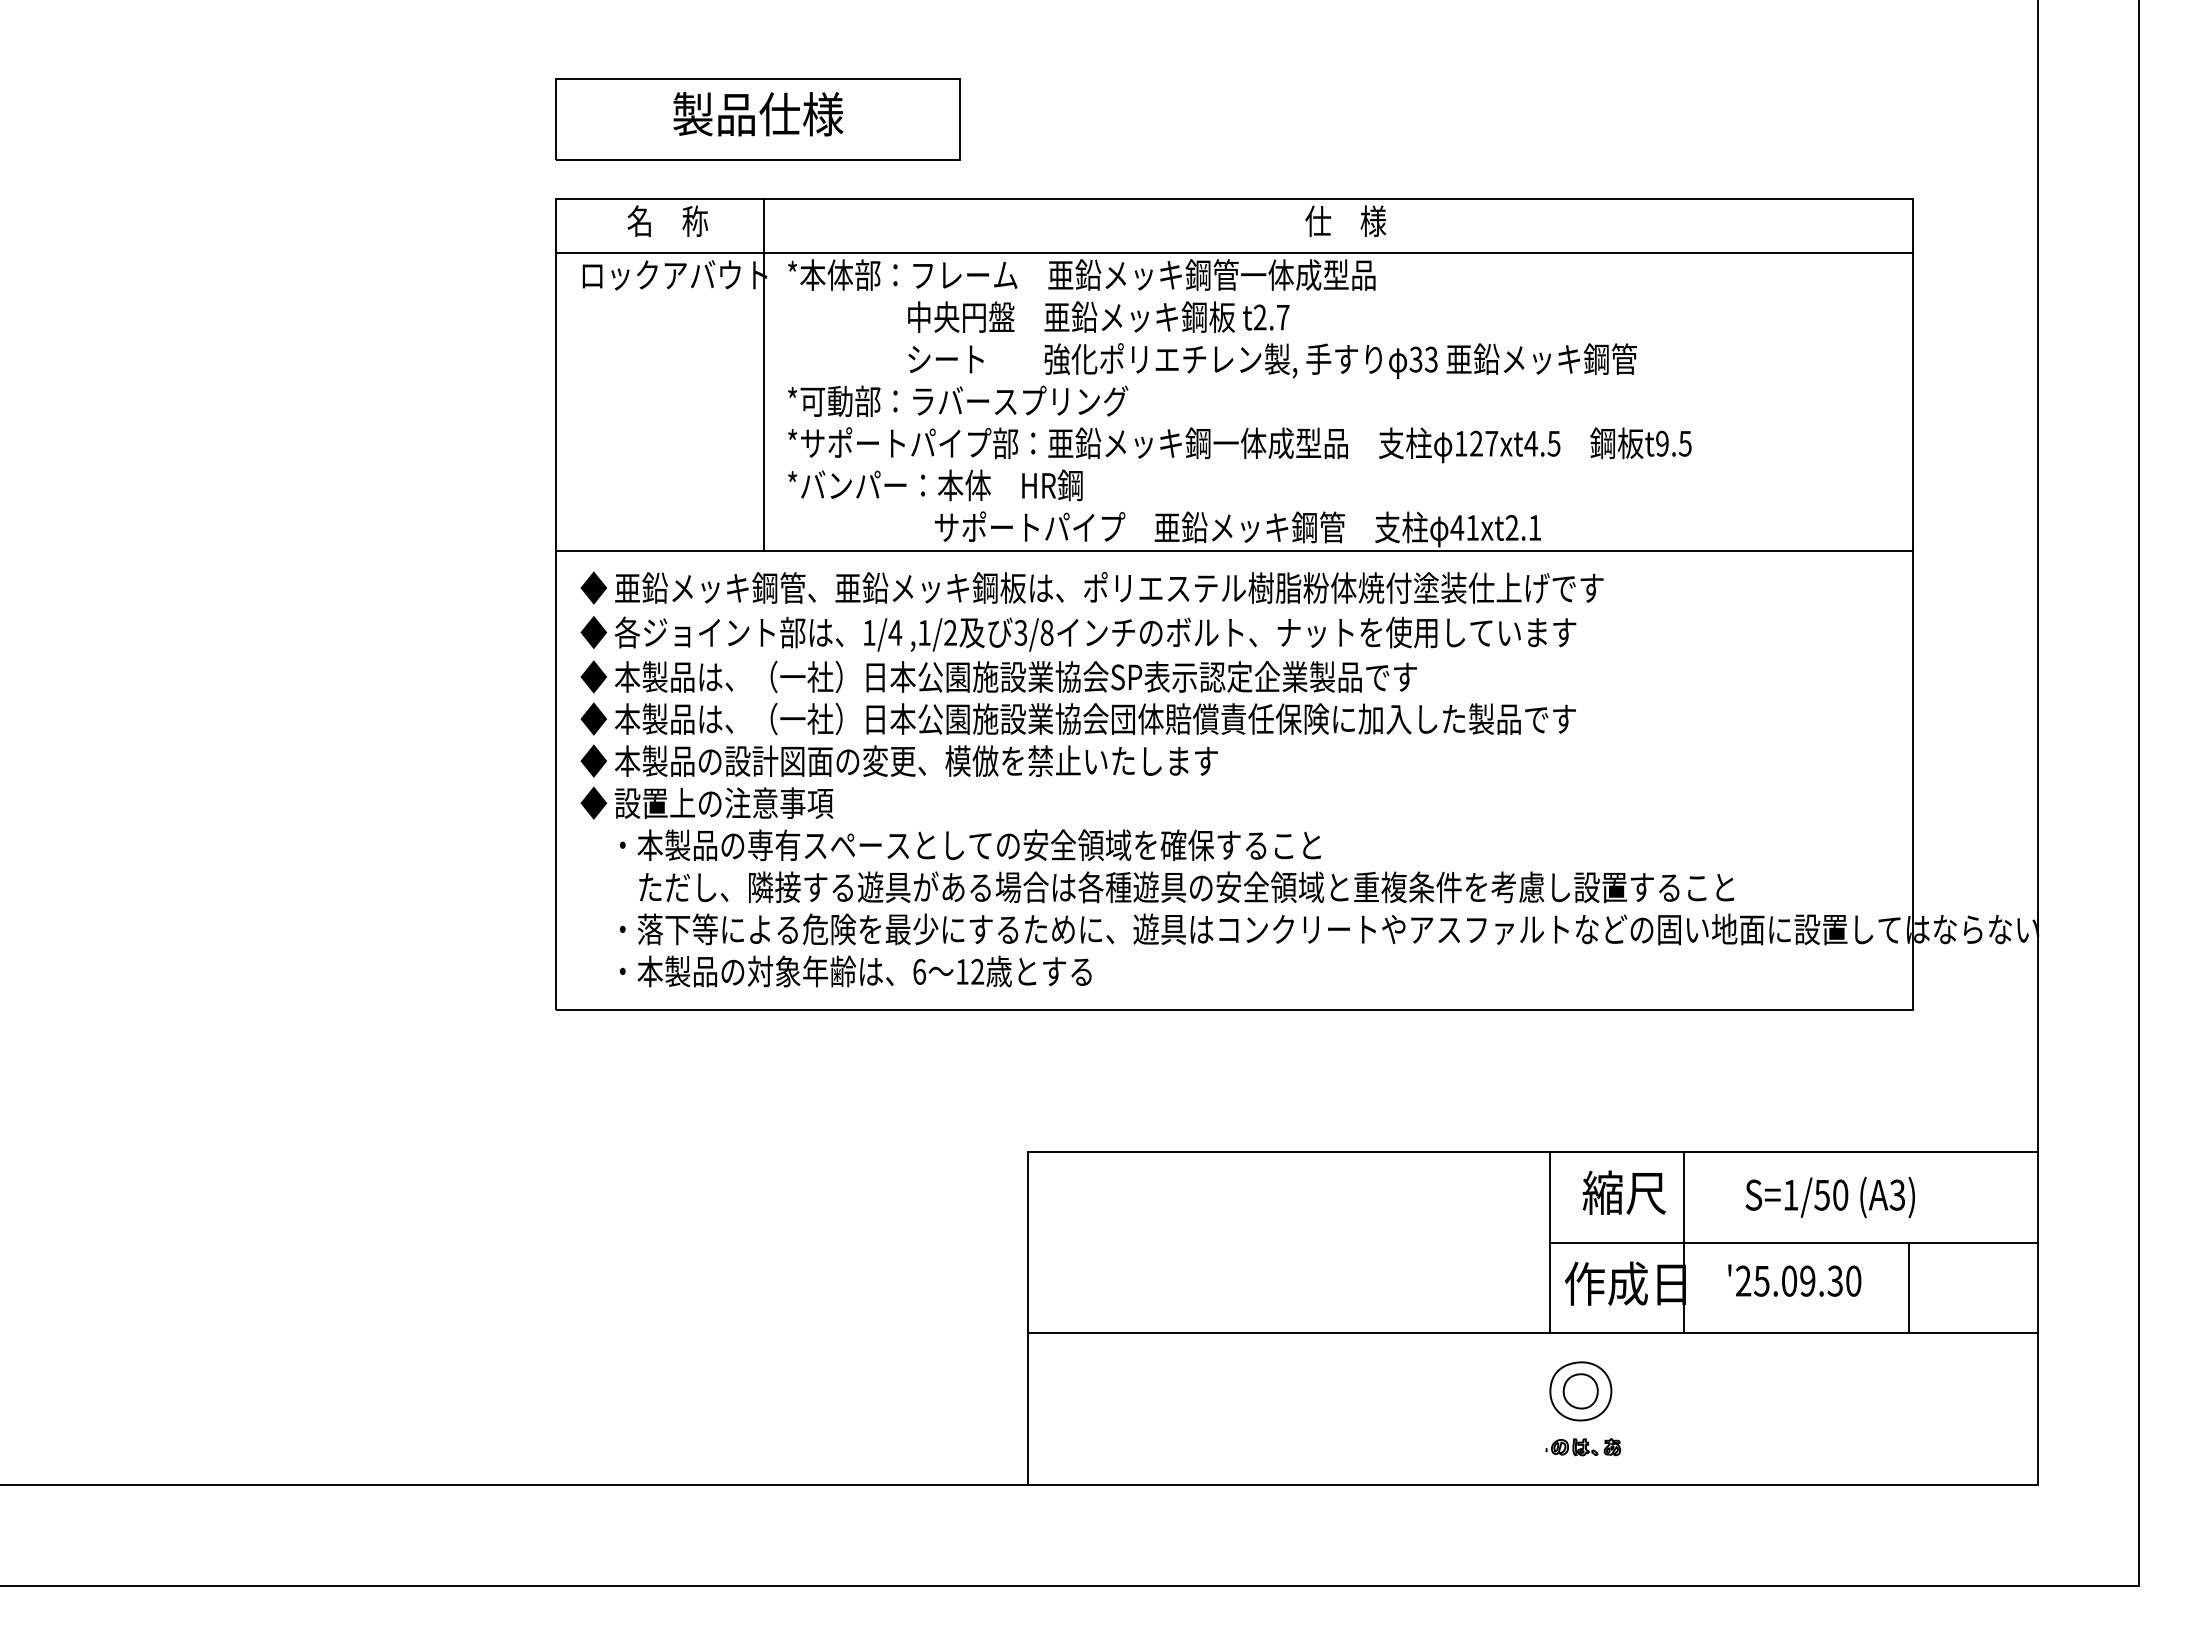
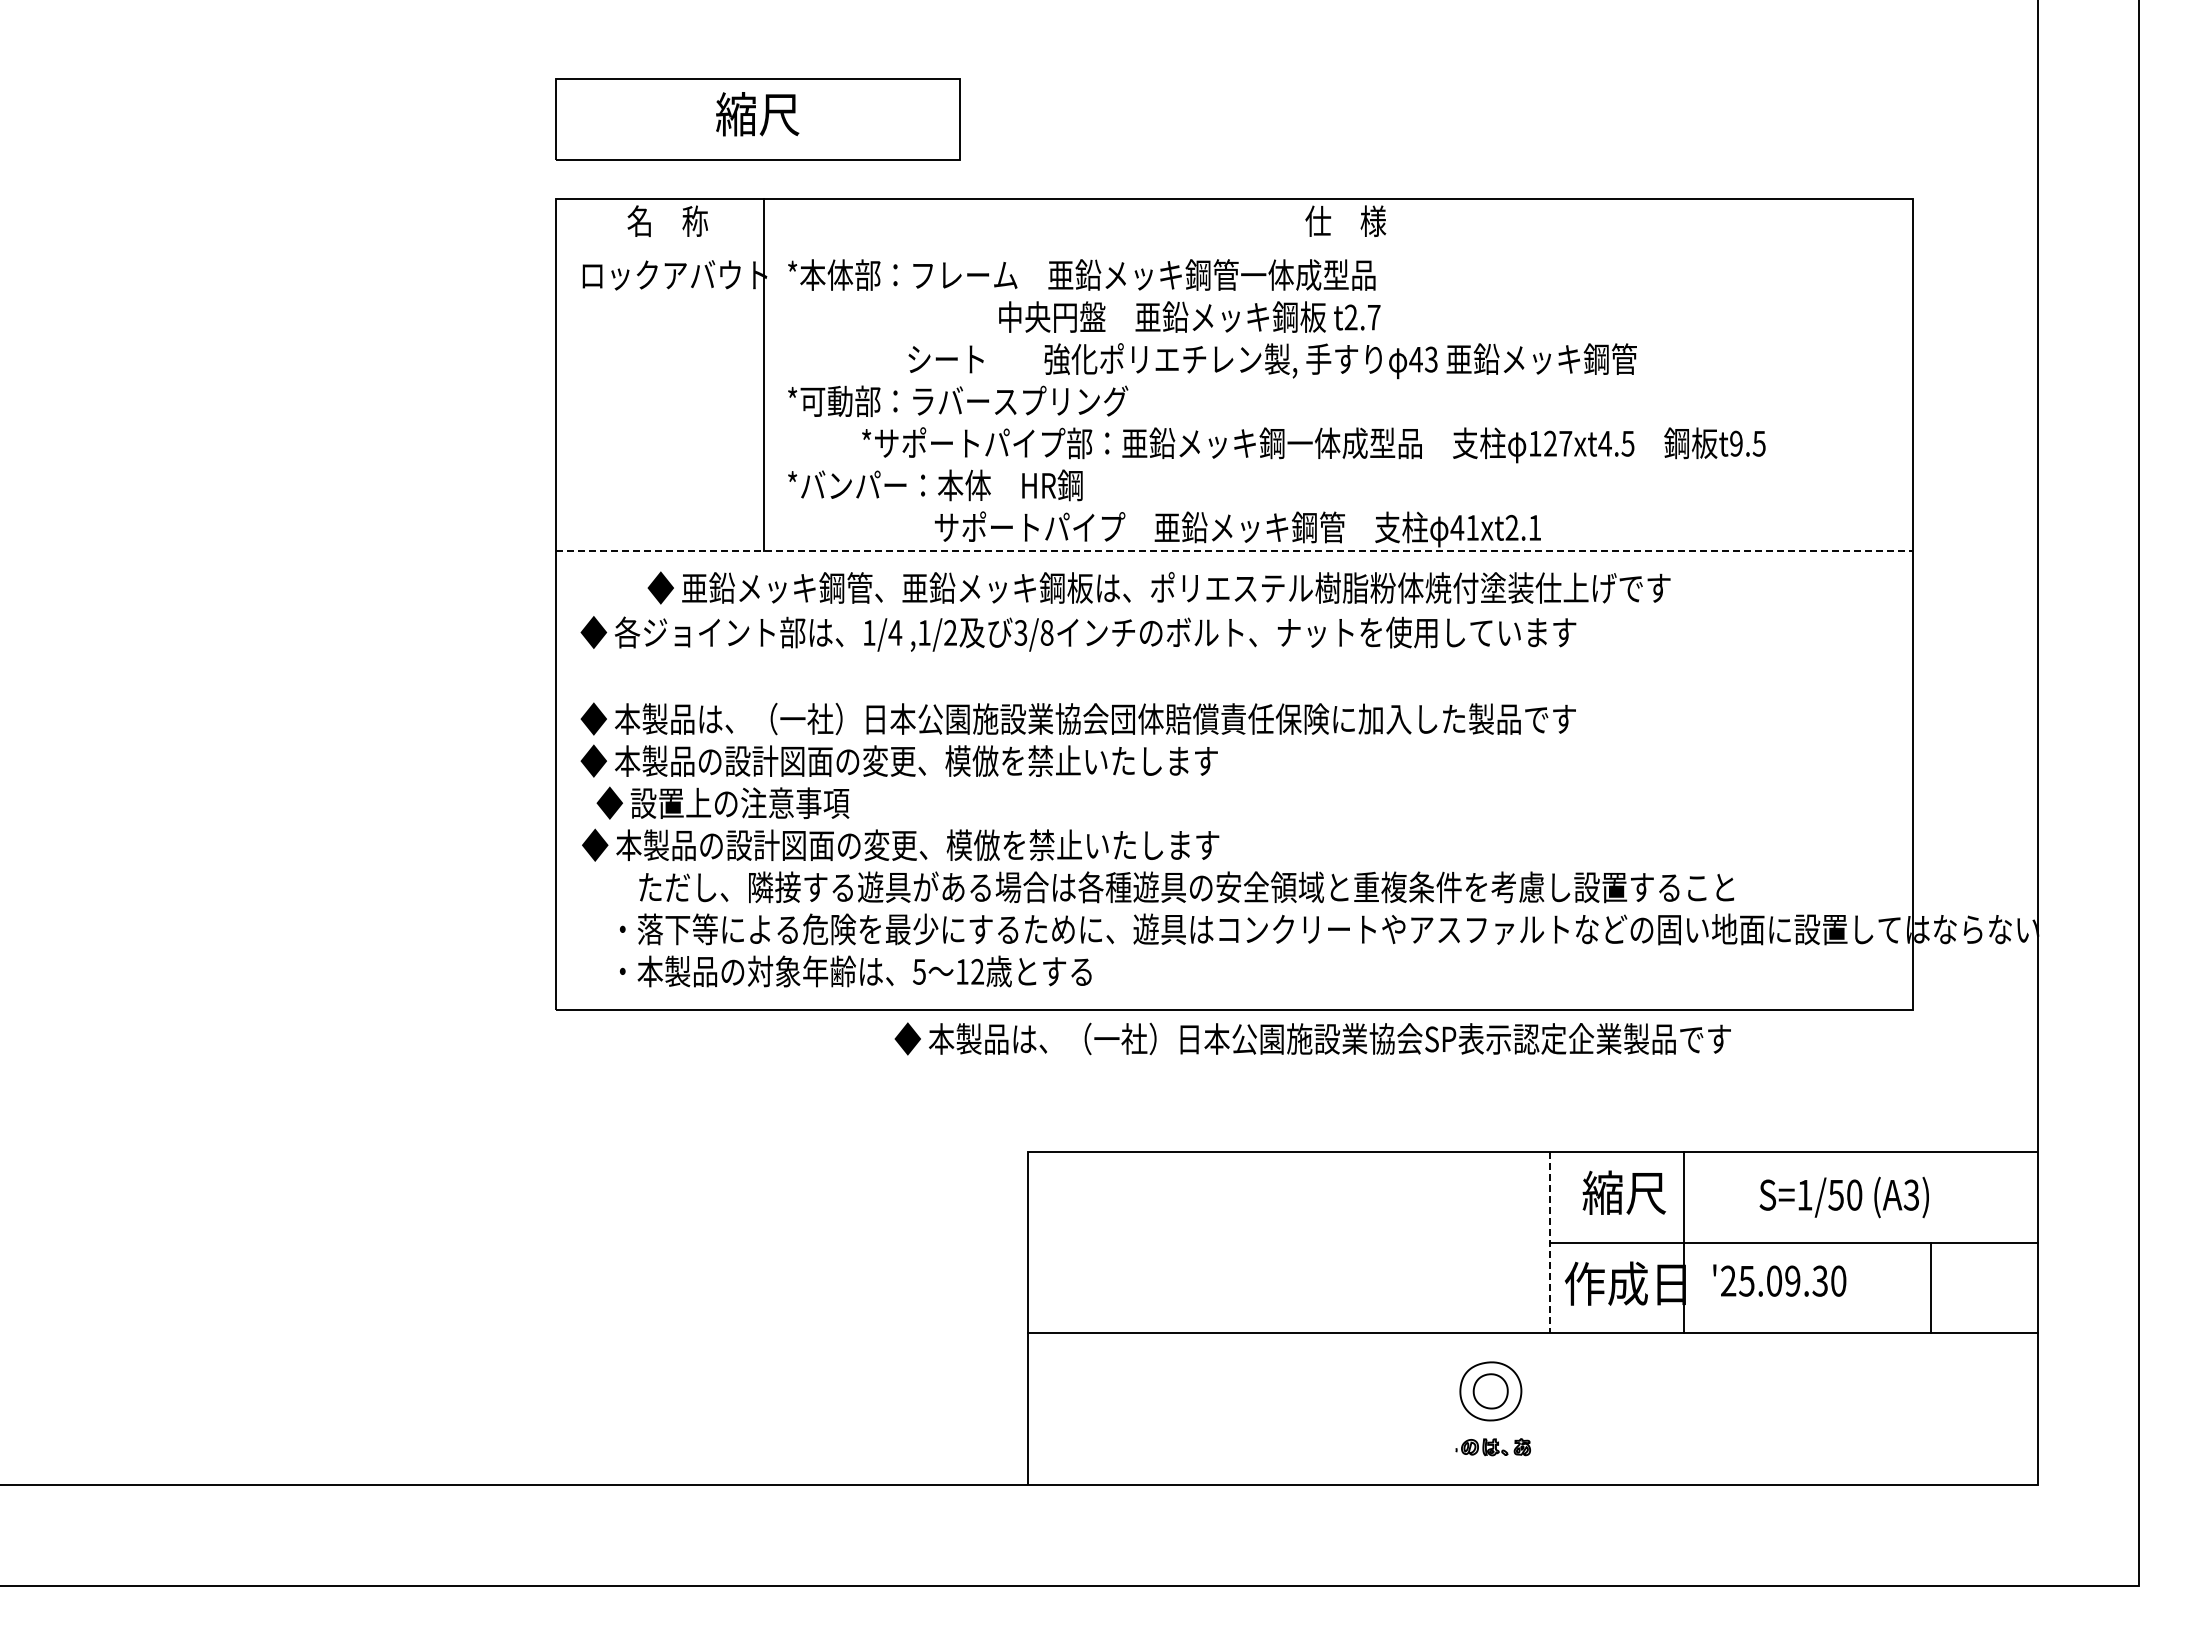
text at (758, 114): 製品仕様 -> 縮尺
line at (1234, 252): present -> none
text at (1098, 316) position: (1098, 316) -> (1189, 316)
text at (1415, 359): 33 -> 43
text at (1239, 445) position: (1239, 445) -> (1313, 445)
line at (1234, 550): solid -> dashed
text at (1091, 587) position: (1091, 587) -> (1158, 587)
text at (998, 676) position: (998, 676) -> (1312, 1038)
text at (706, 802) position: (706, 802) -> (722, 802)
text at (951, 844): ・本製品の専有スペースとしての安全領域を確保すること -> ◆ 本製品の設計図面の変更、模倣を禁止いたします
text at (919, 971): 6 -> 5
text at (1829, 1197) position: (1829, 1197) -> (1843, 1197)
line at (1550, 1242): solid -> dashed
text at (1794, 1280) position: (1794, 1280) -> (1779, 1280)
line at (1908, 1287) position: (1908, 1287) -> (1930, 1287)
part at (1582, 1408) position: (1582, 1408) -> (1492, 1408)
